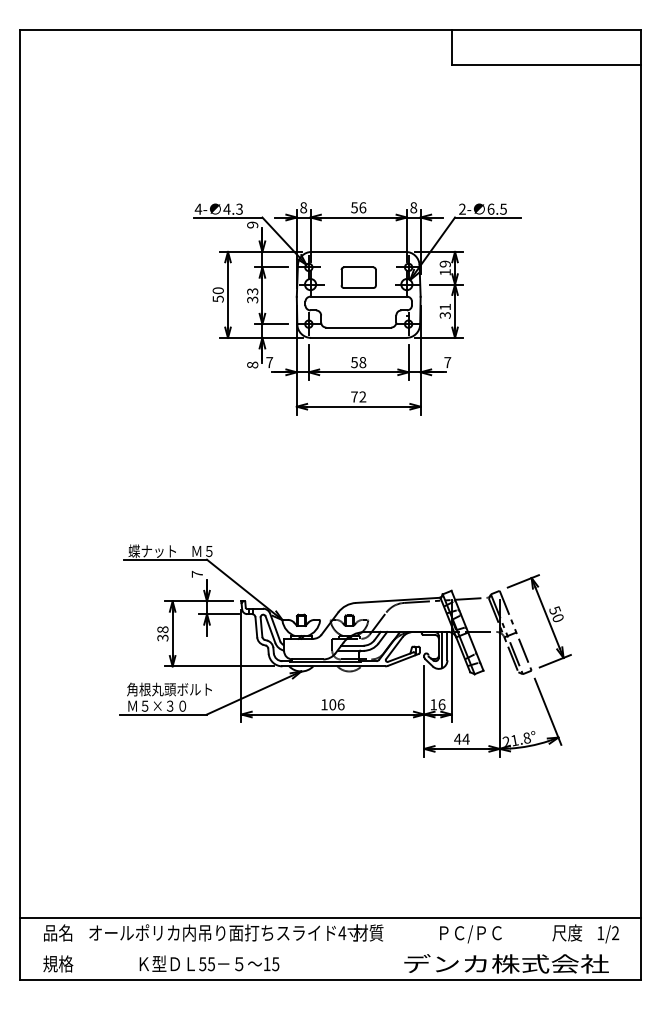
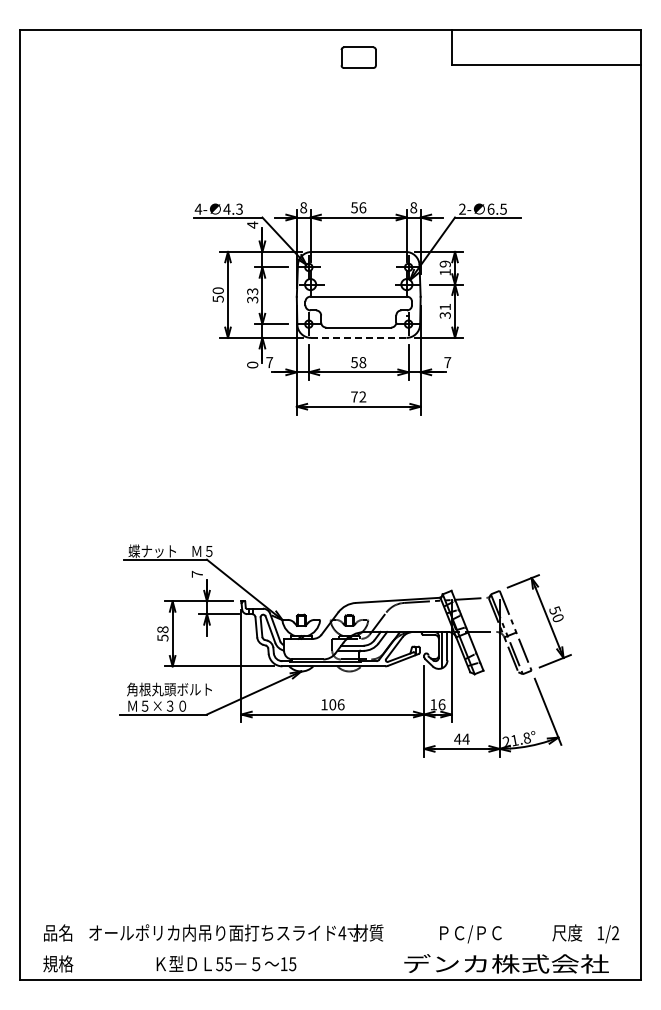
text at (252, 224): 9 -> 4
part at (358, 277) position: (358, 277) -> (358, 57)
line at (358, 337): solid -> dashed
text at (252, 364): 8 -> 0
text at (162, 637): 38 -> 58
line at (330, 917): present -> none
text at (209, 963) position: (209, 963) -> (226, 963)
